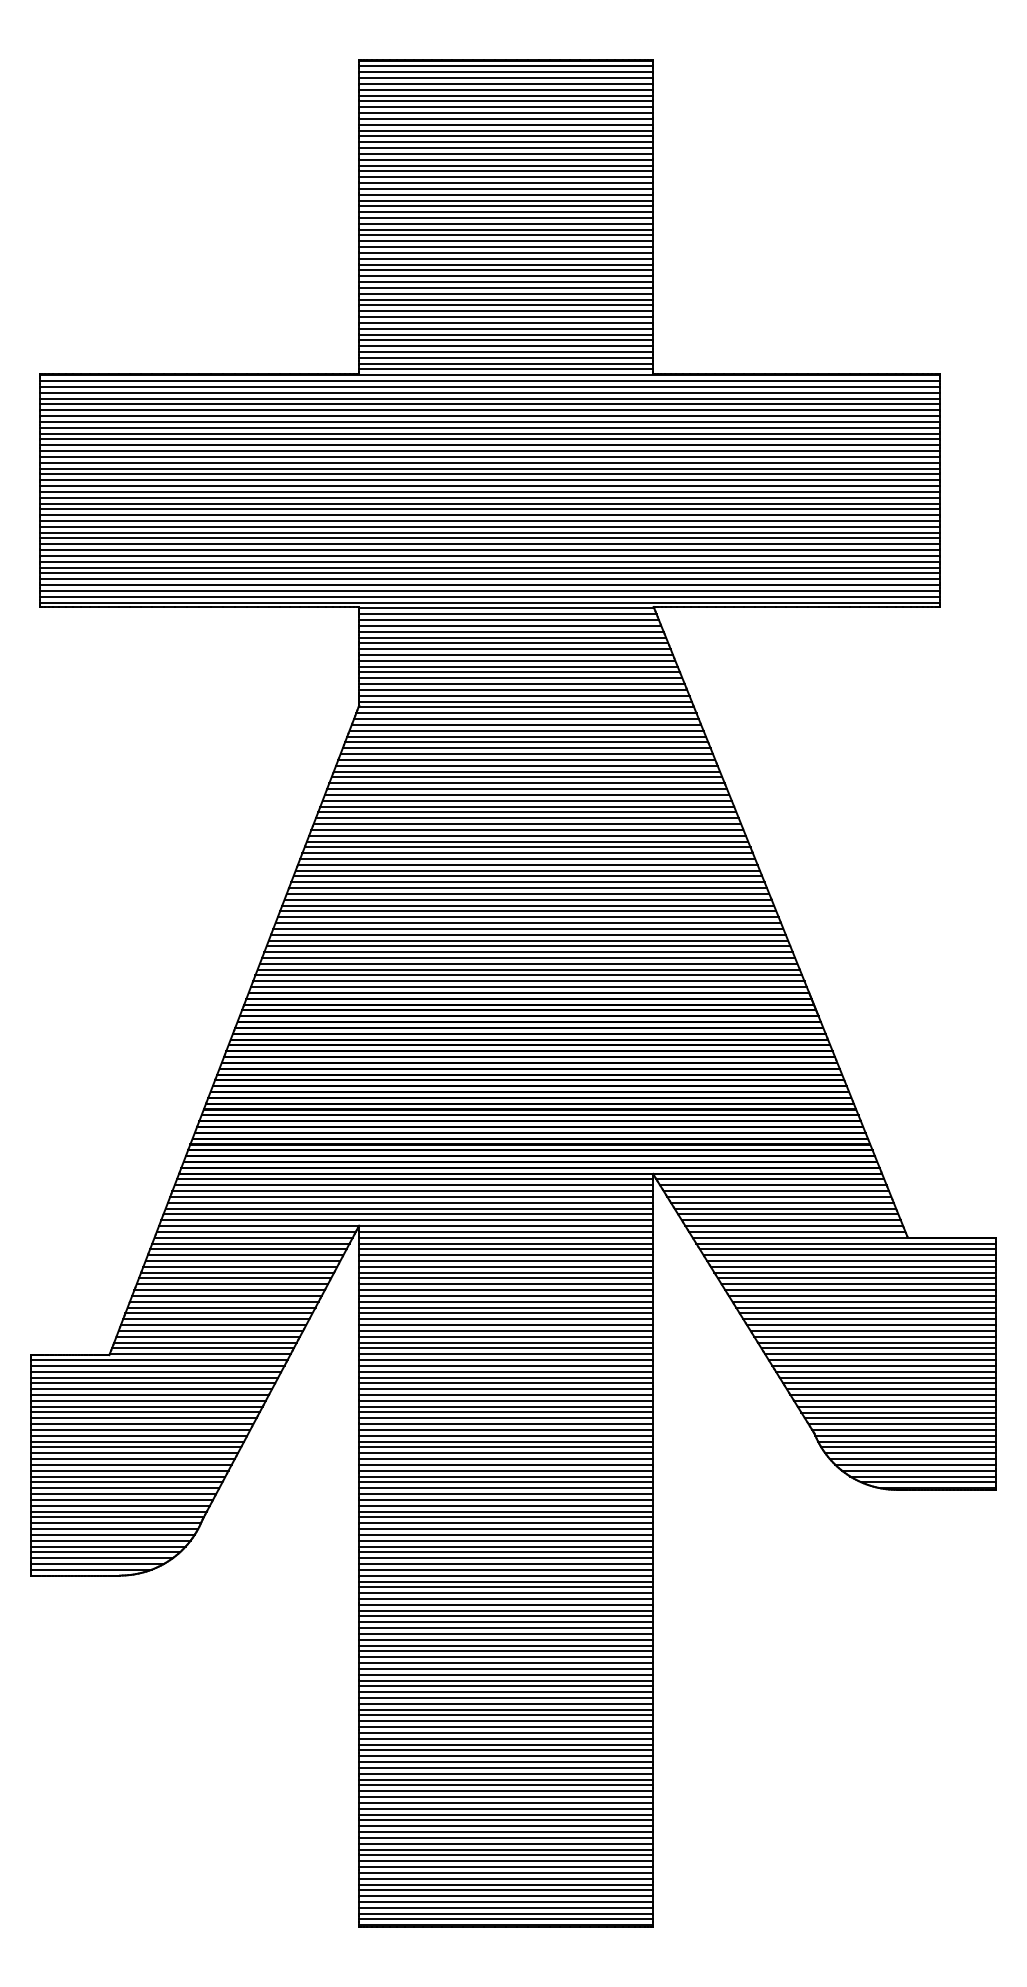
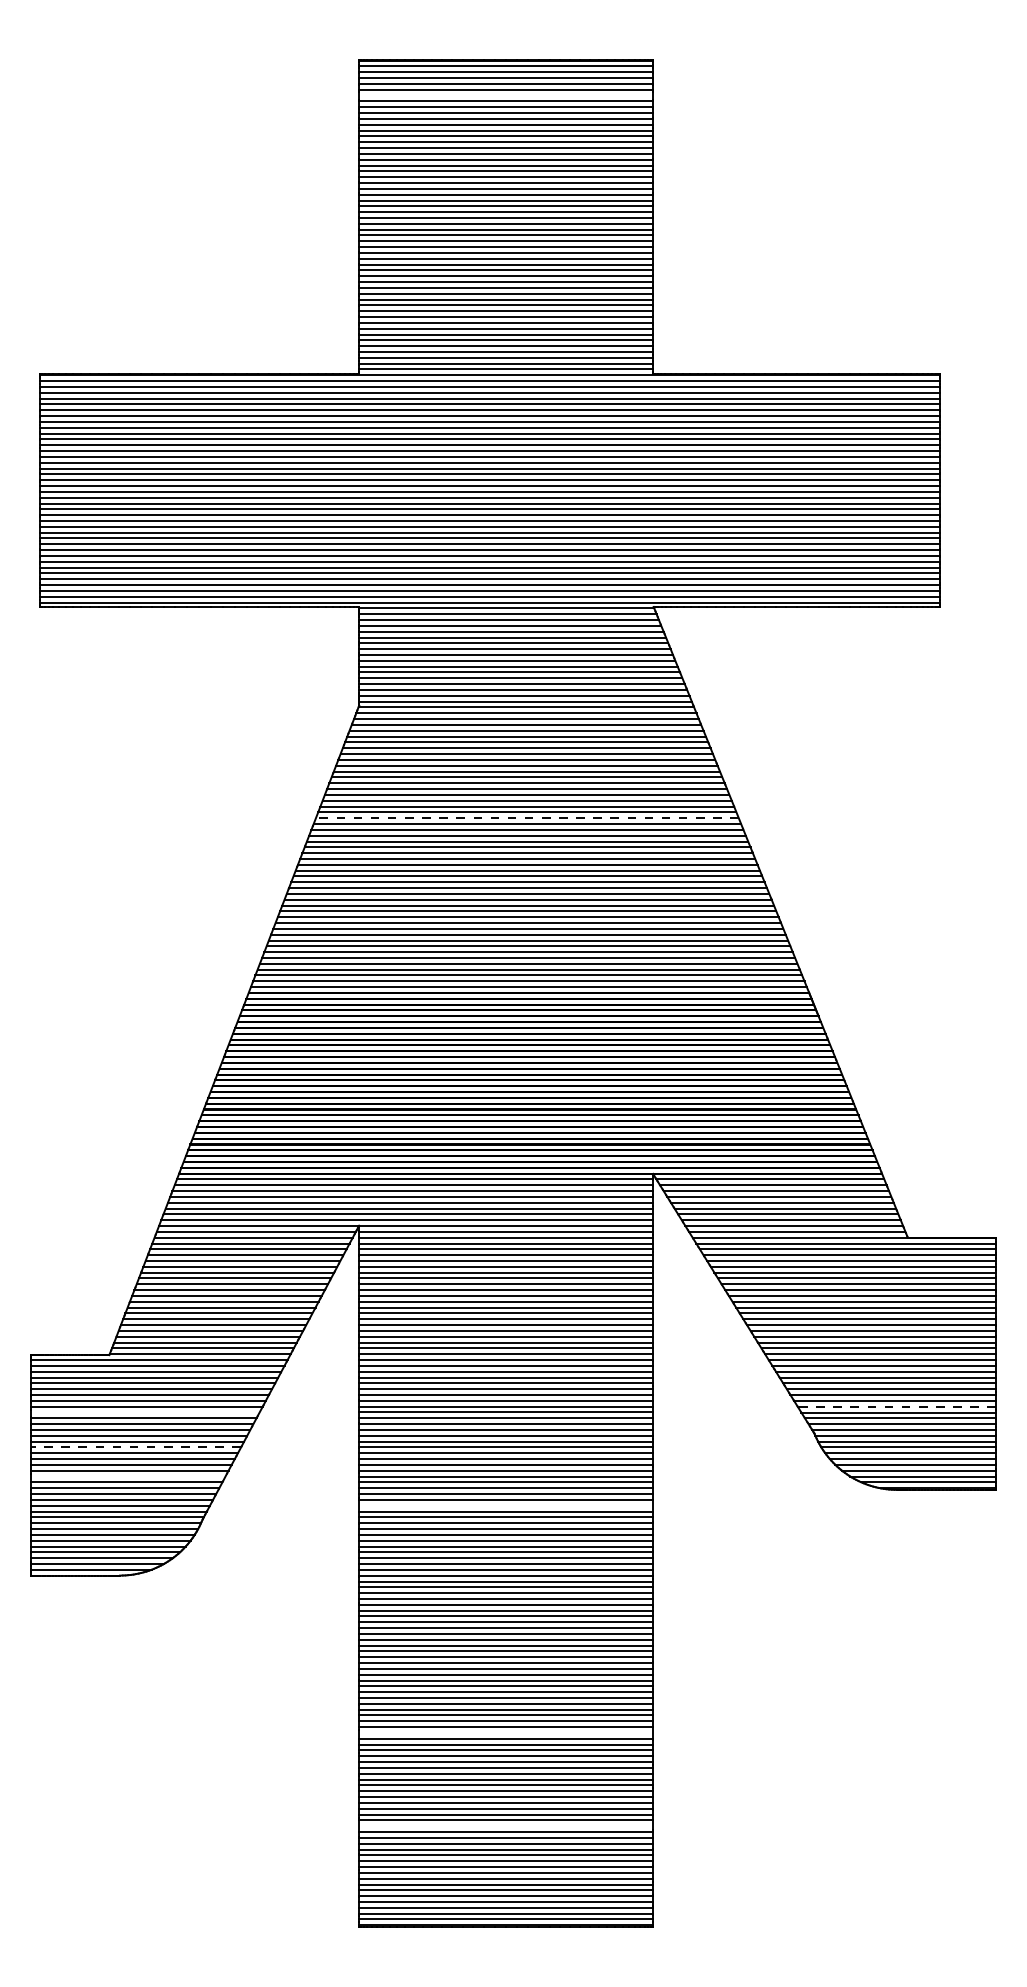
line at (506, 95): present -> none
line at (526, 818): solid -> dashed
line at (896, 1406): solid -> dashed
line at (145, 1412): present -> none
line at (135, 1447): solid -> dashed
line at (128, 1476): present -> none
line at (506, 1505): present -> none
line at (506, 1733): present -> none
line at (506, 1826): present -> none
